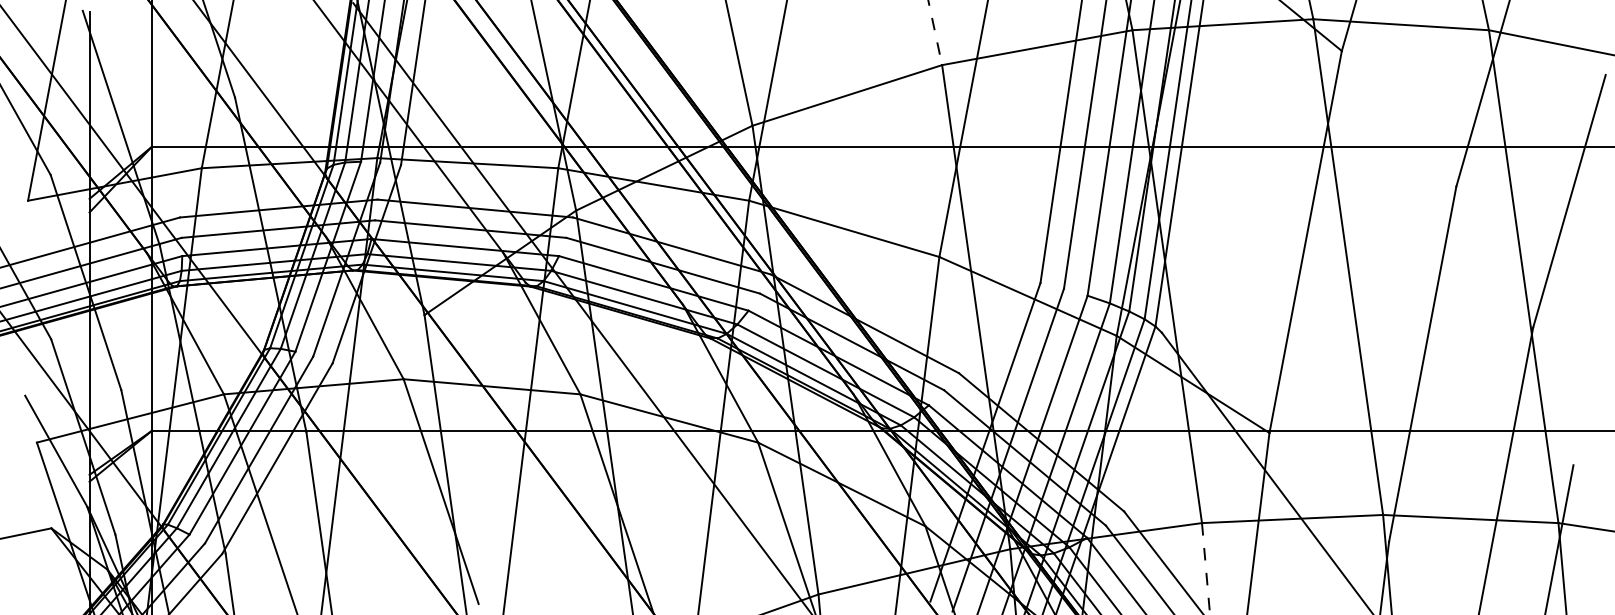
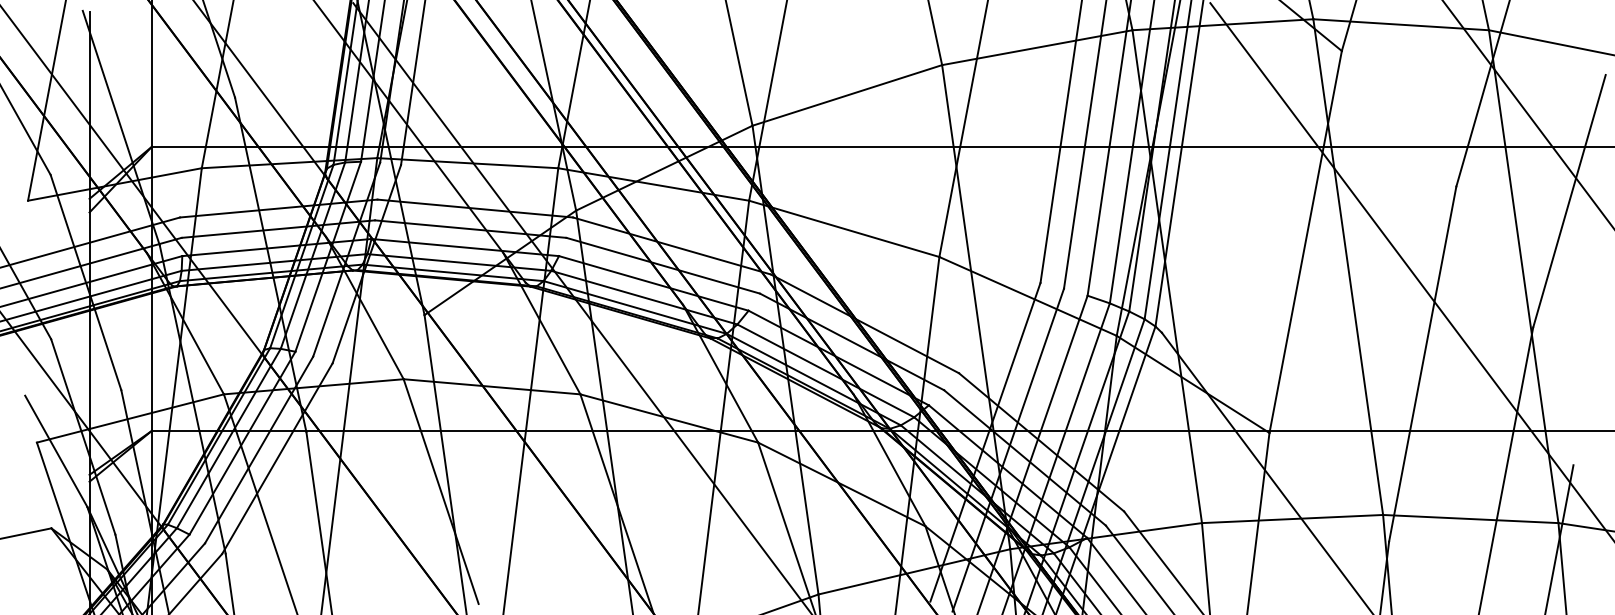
line at (935, 32): dashed -> solid
line at (1527, 113): none -> present
line at (1410, 270): none -> present
line at (1206, 568): dashed -> solid
